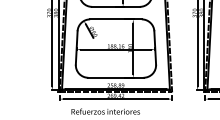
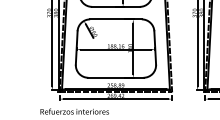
text at (105, 111) position: (105, 111) -> (74, 111)
